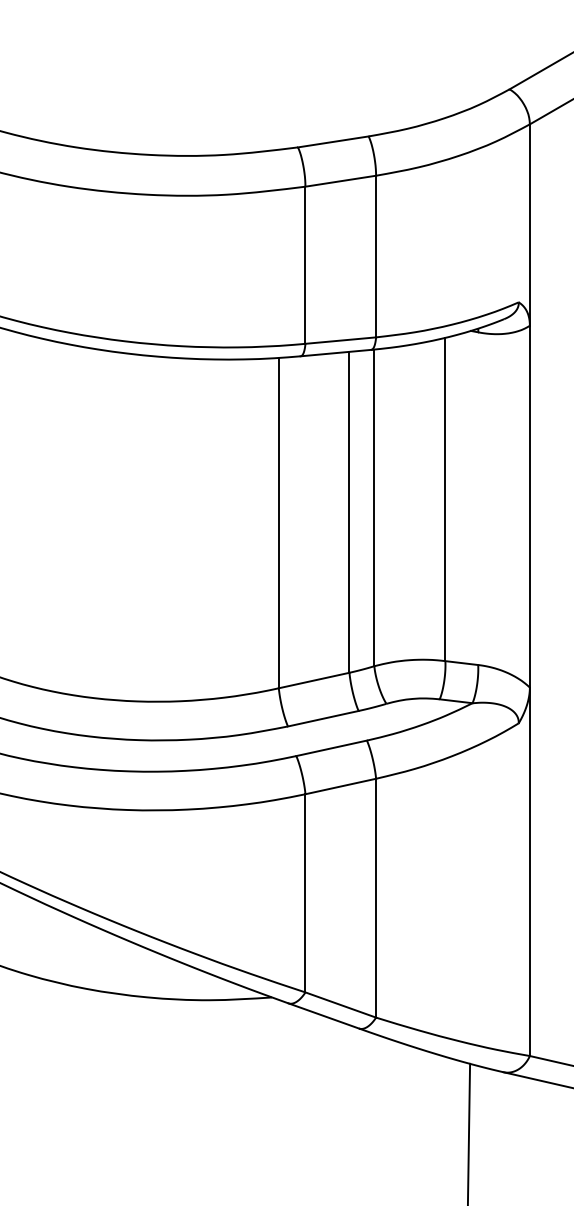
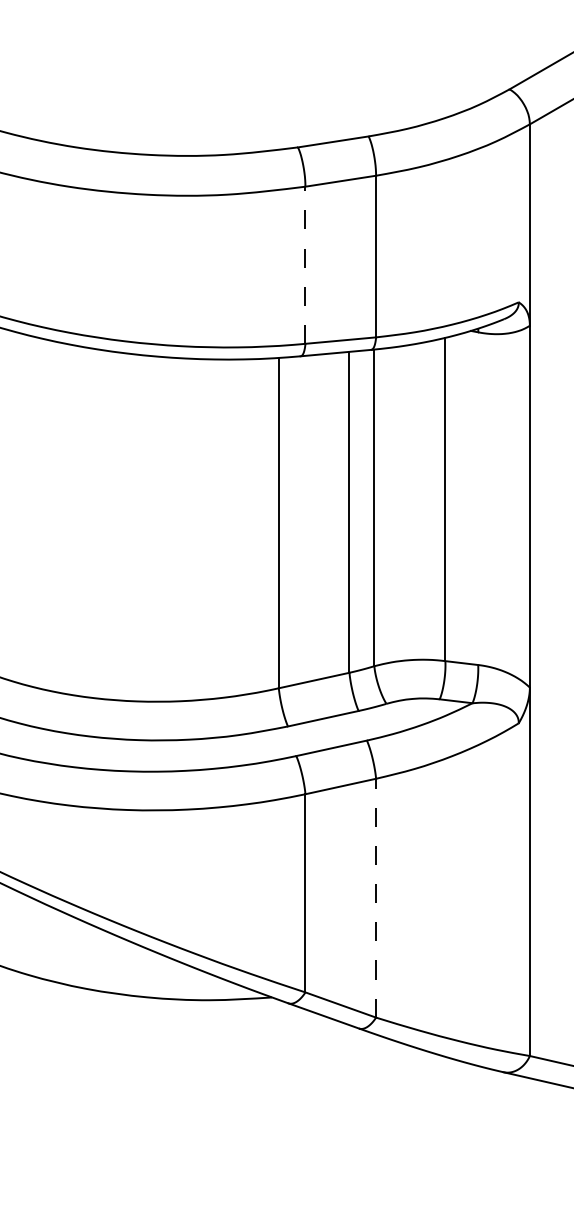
line at (305, 265): solid -> dashed
line at (376, 897): solid -> dashed
line at (468, 1132): present -> none
